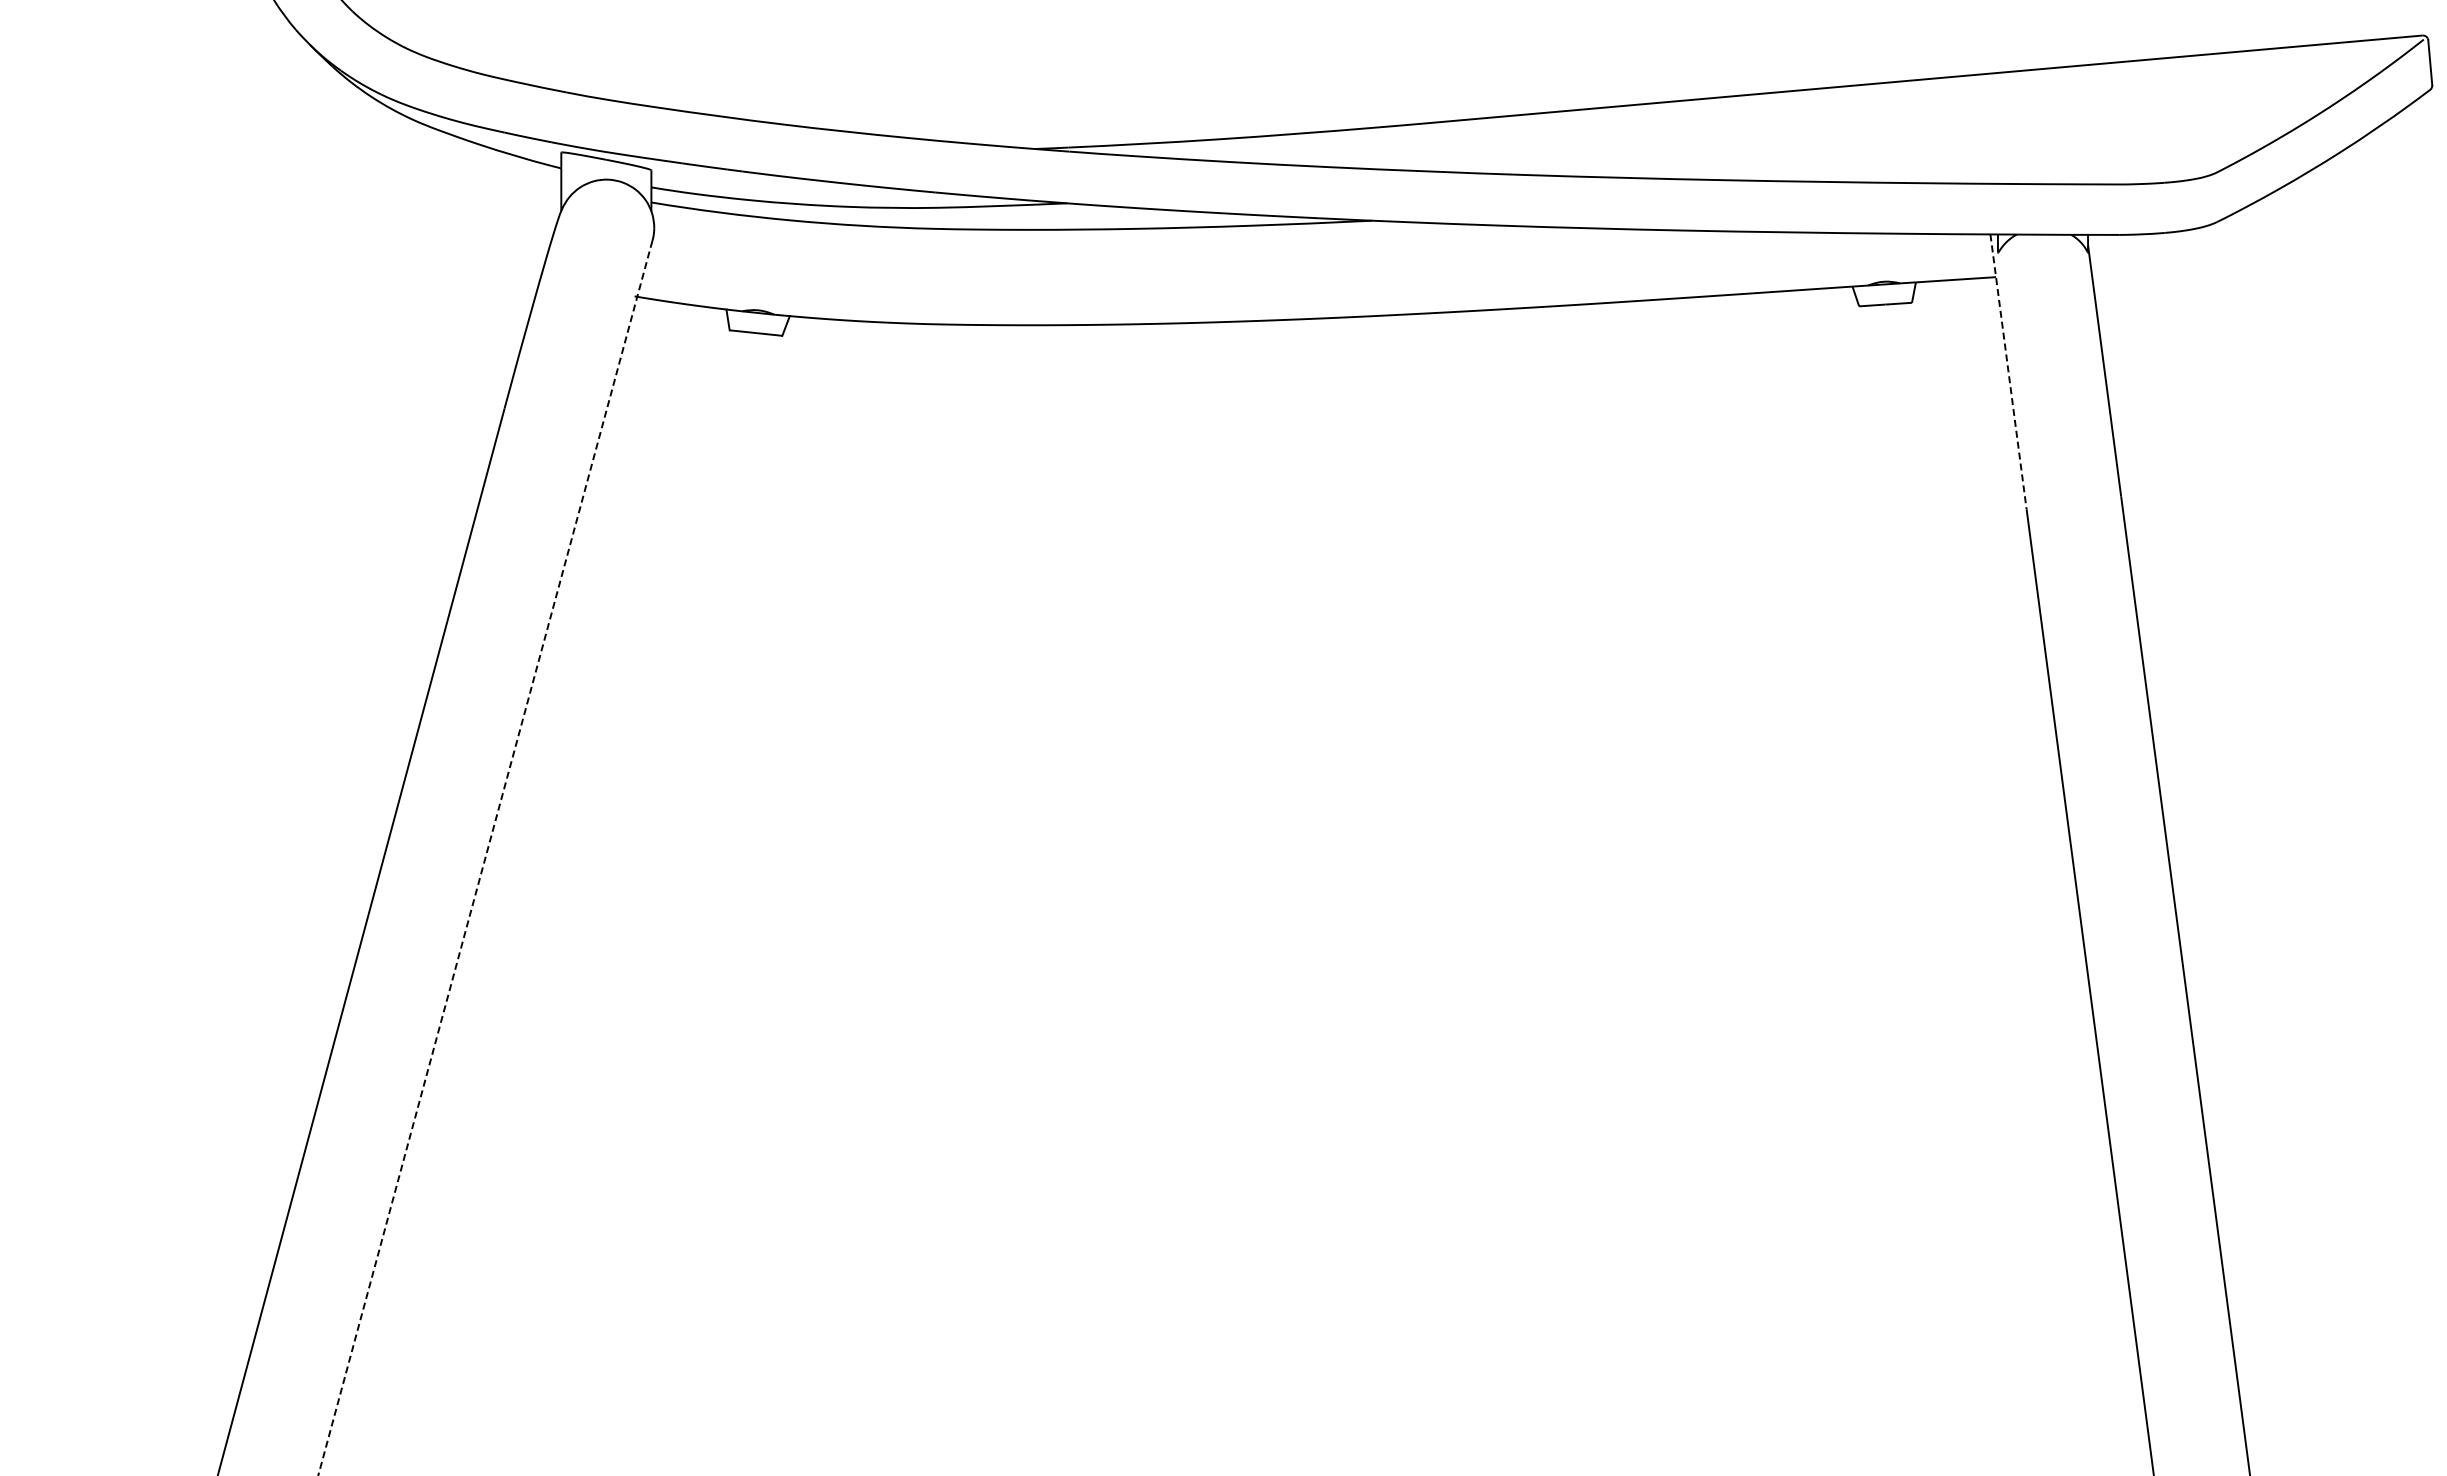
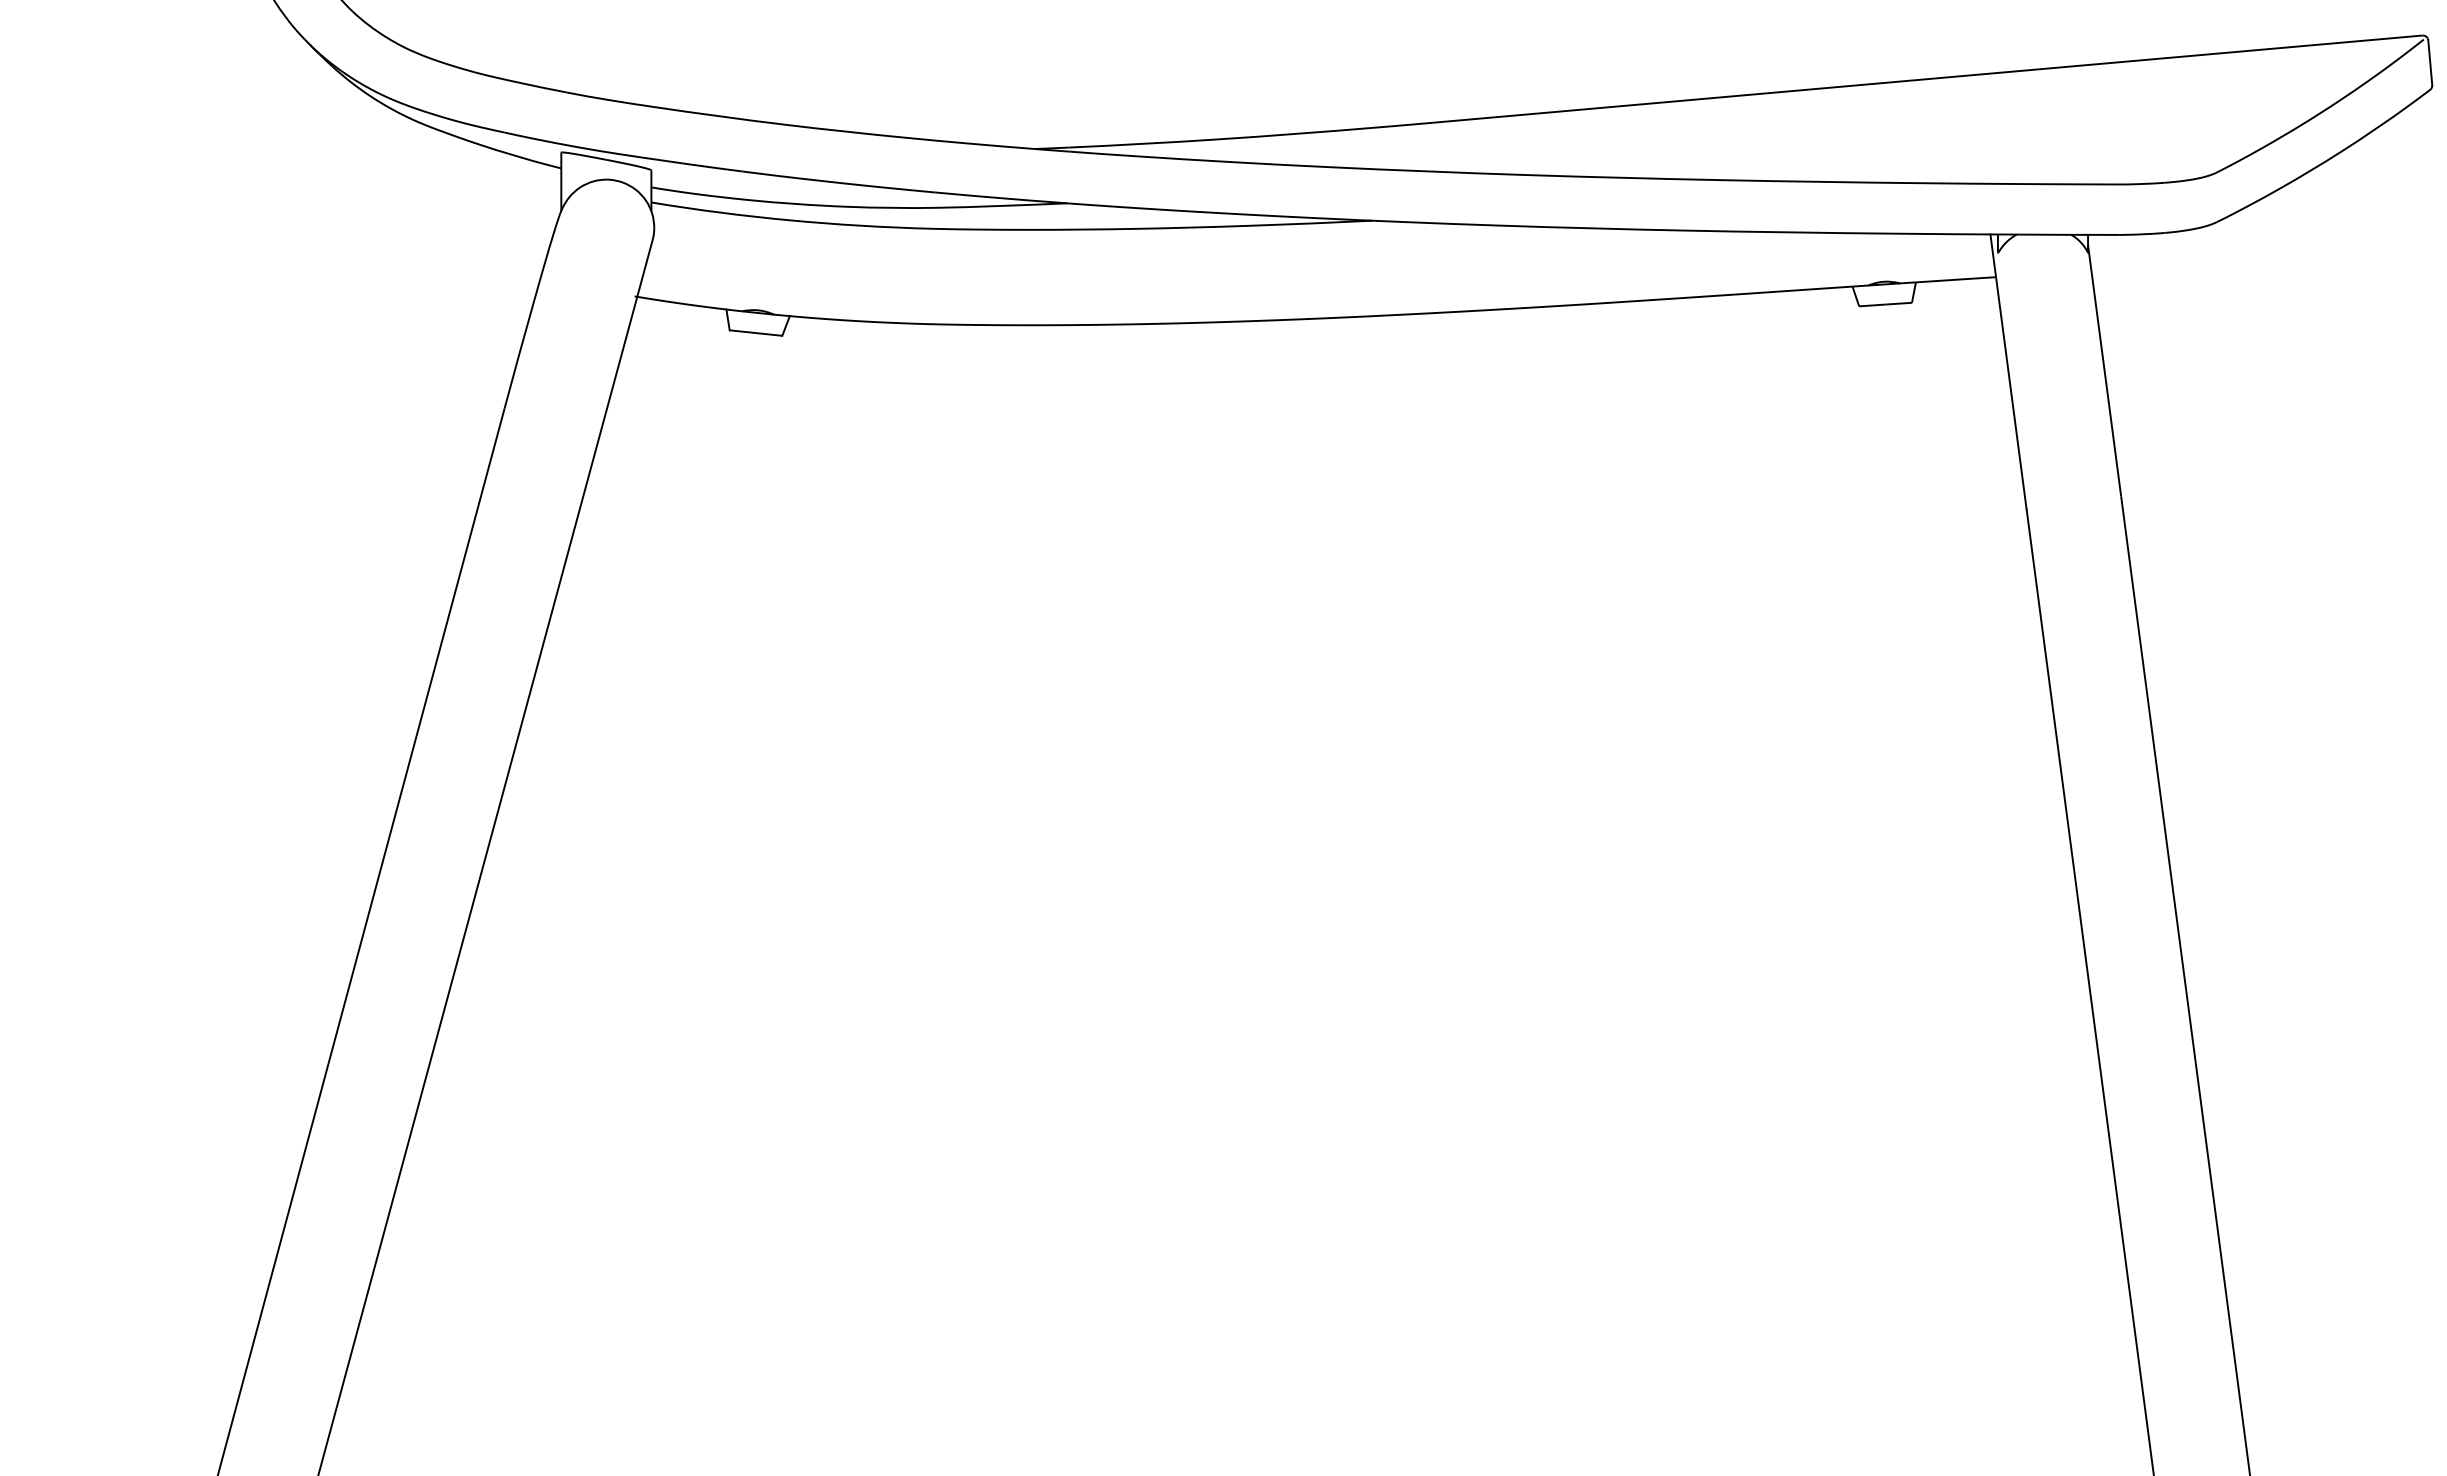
line at (2008, 372): dashed -> solid
line at (485, 858): dashed -> solid
